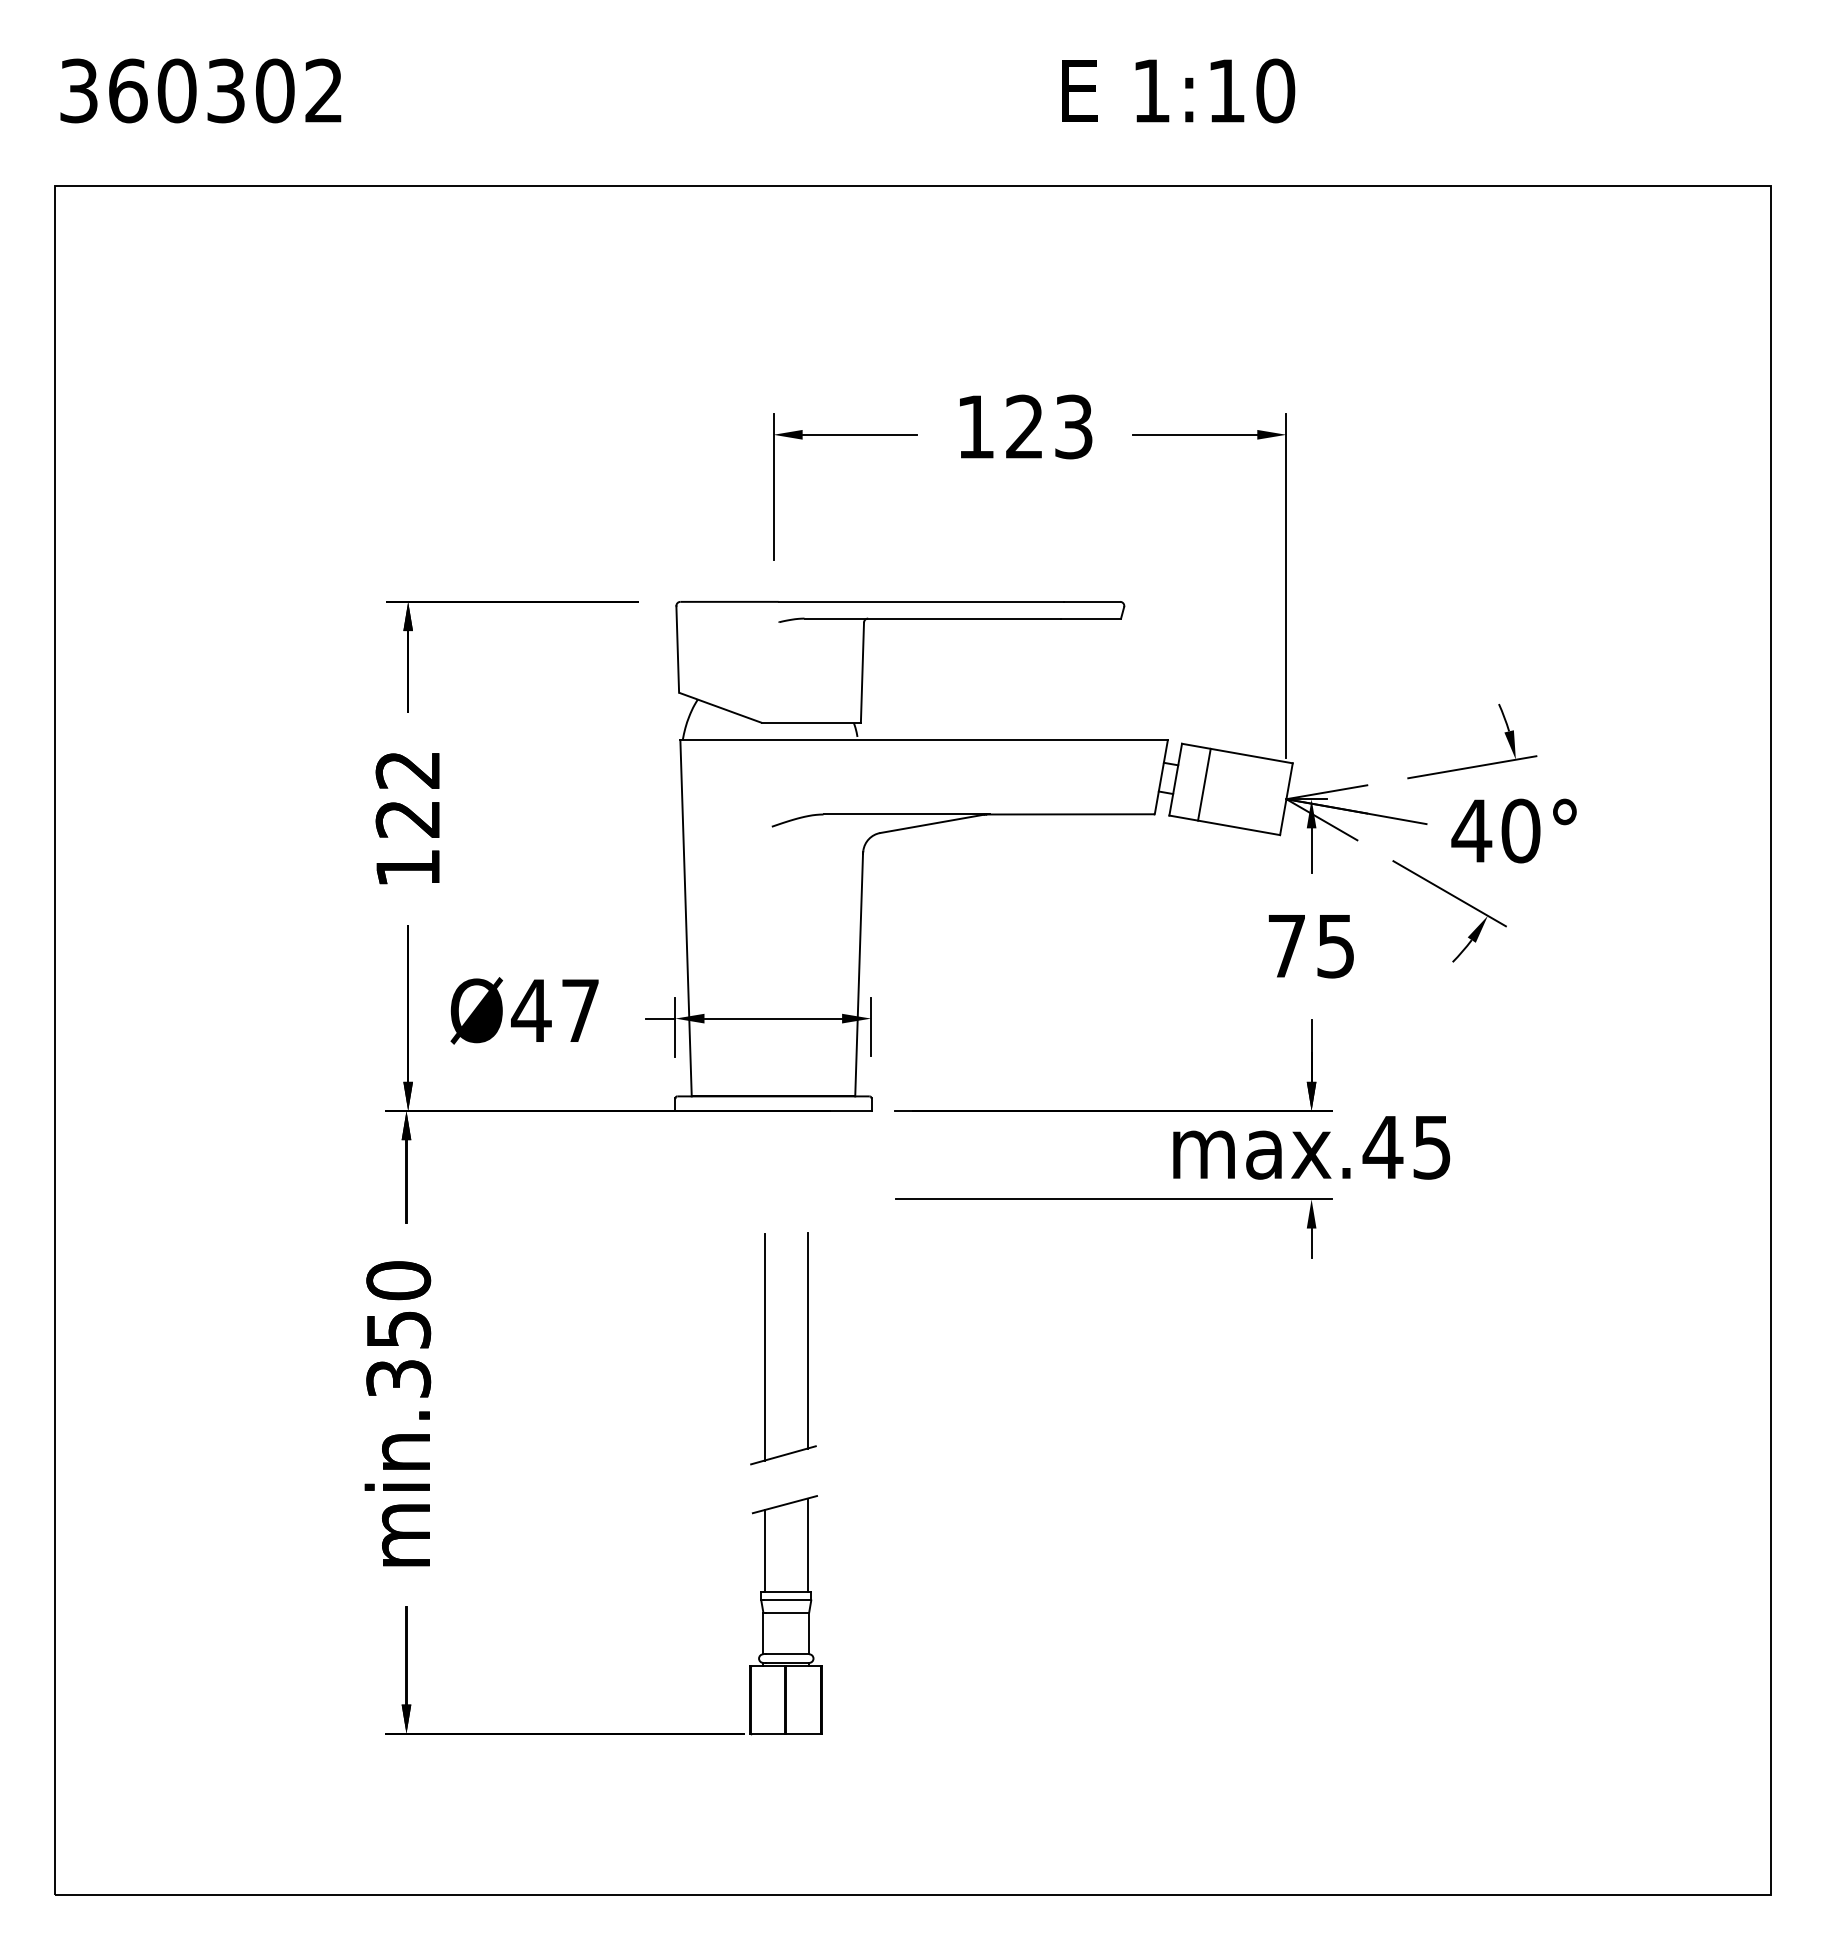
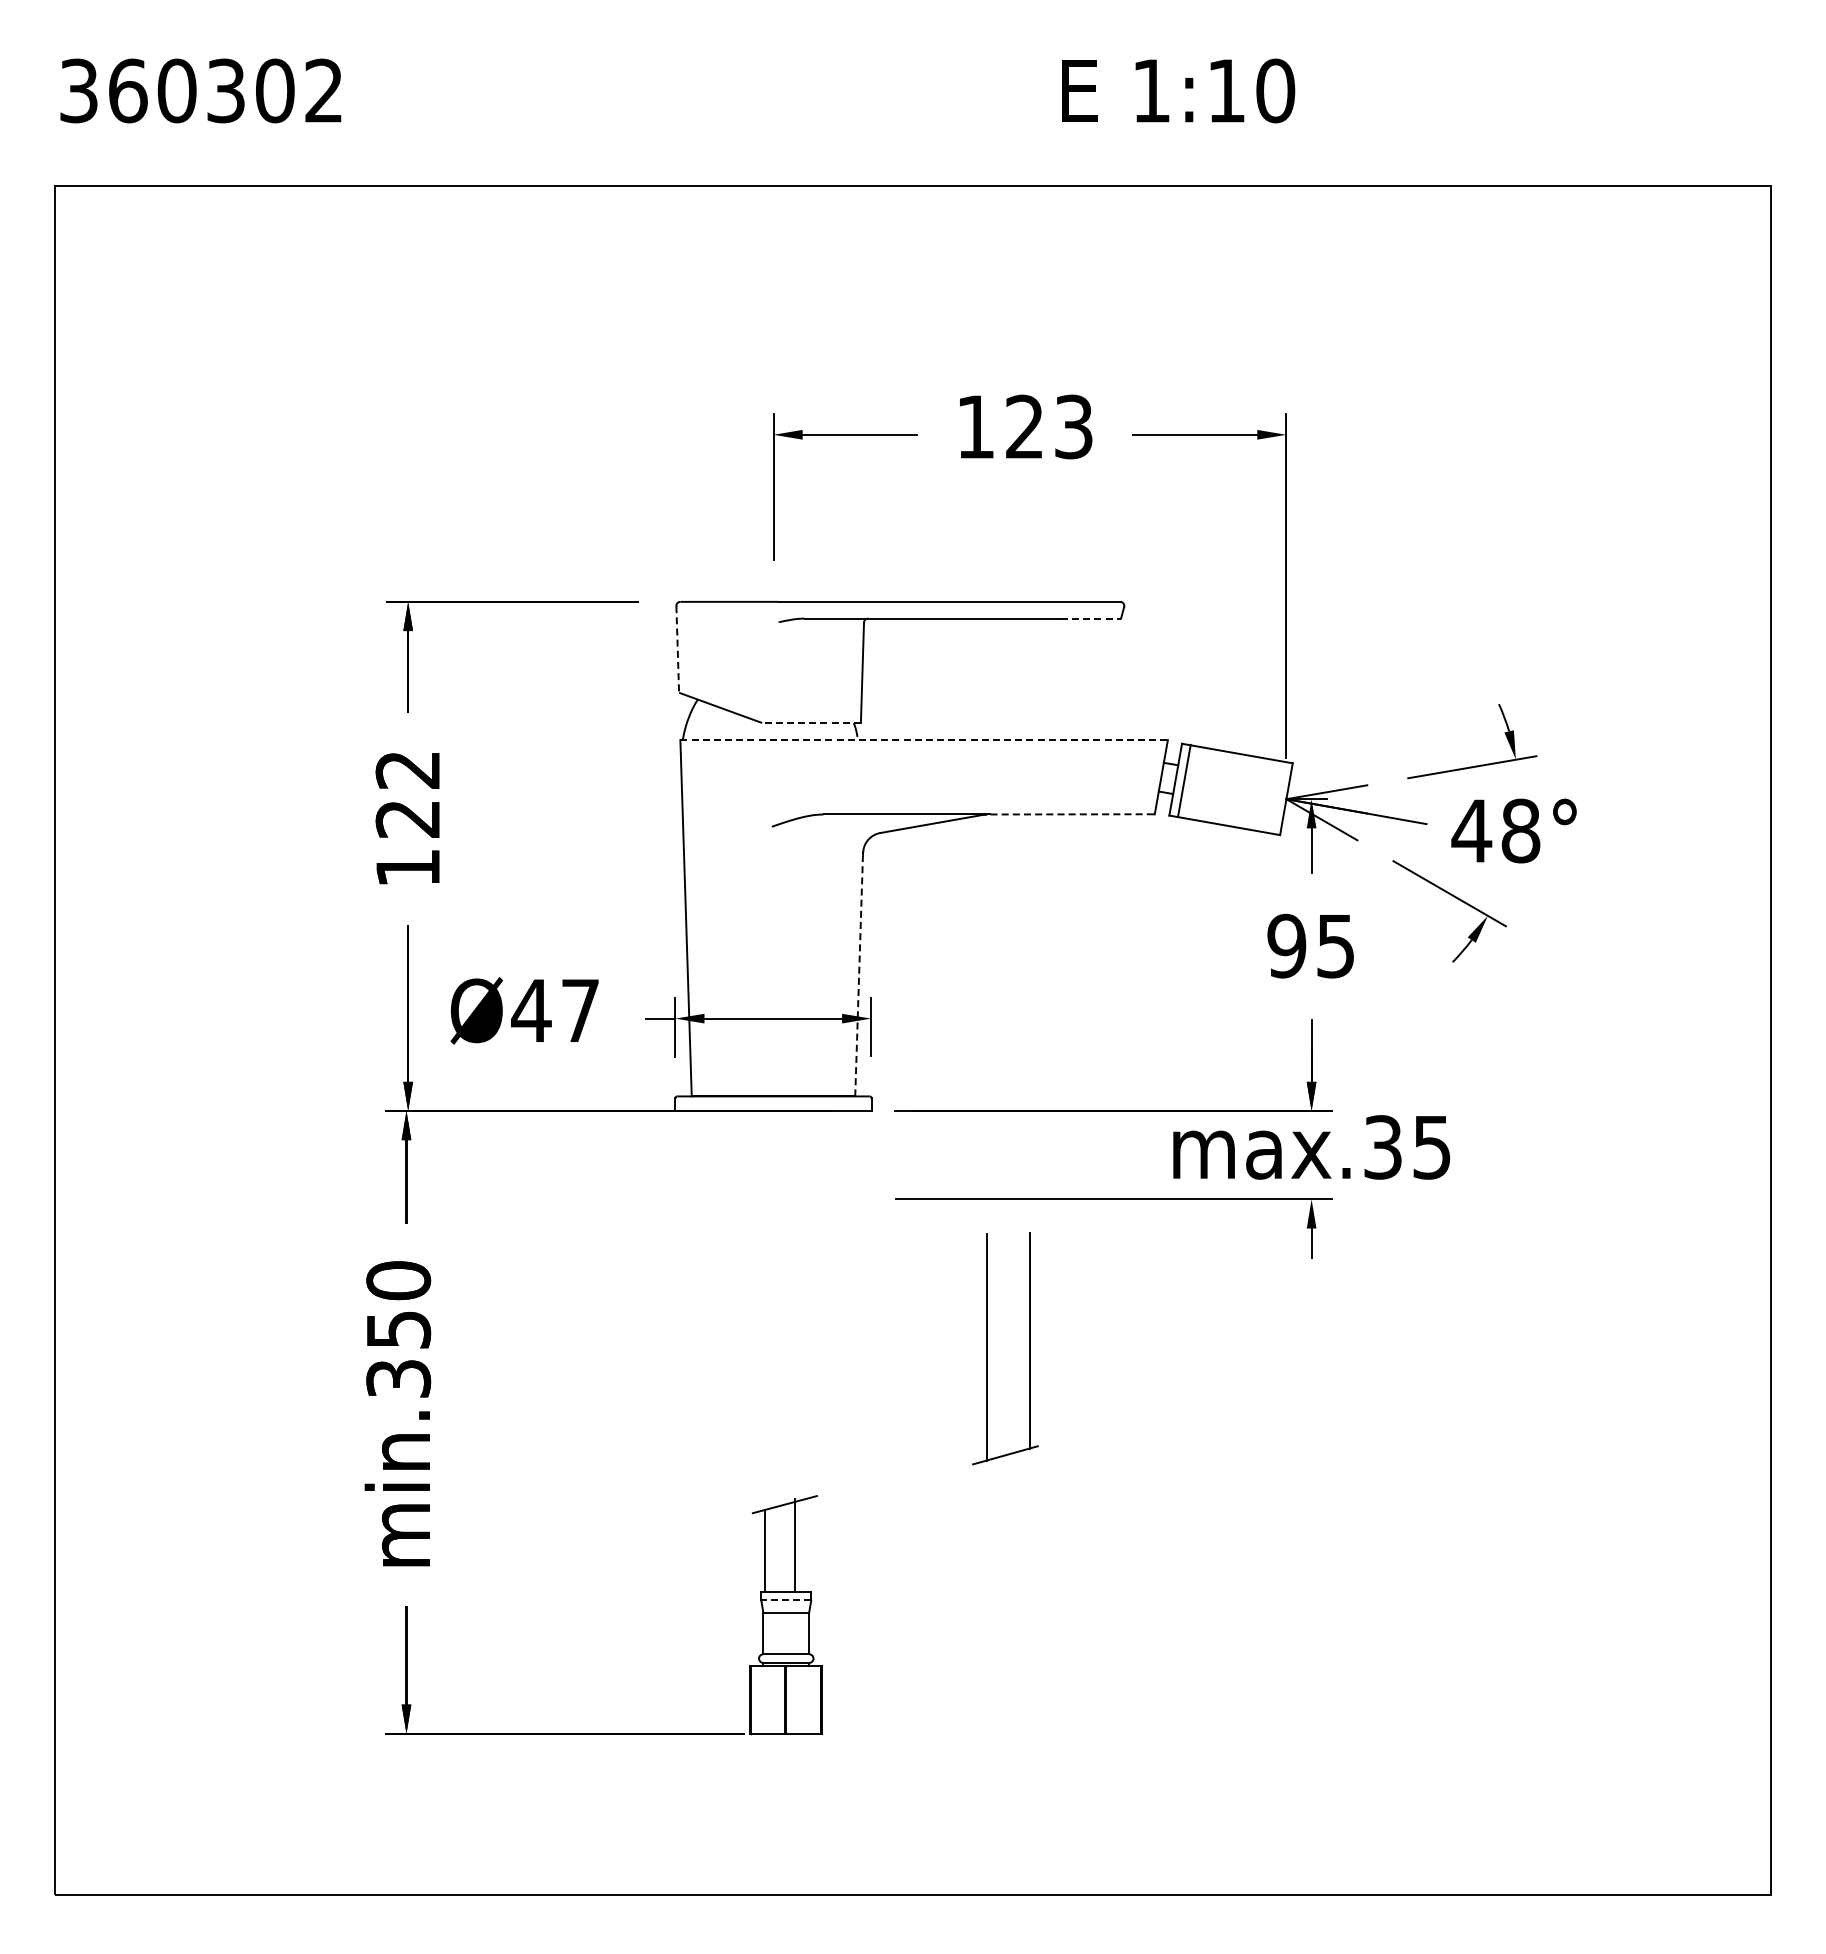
line at (1091, 618): solid -> dashed
line at (677, 649): solid -> dashed
line at (811, 722): solid -> dashed
line at (924, 740): solid -> dashed
line at (1204, 784) position: (1204, 784) -> (1184, 780)
line at (1069, 814): solid -> dashed
text at (1520, 831): 40° -> 48°
text at (1286, 945): 75 -> 95
line at (859, 975): solid -> dashed
text at (1382, 1147): max.45 -> max.35
part at (765, 1348) position: (765, 1348) -> (987, 1348)
line at (807, 1545) position: (807, 1545) -> (794, 1545)
line at (787, 1600): solid -> dashed
